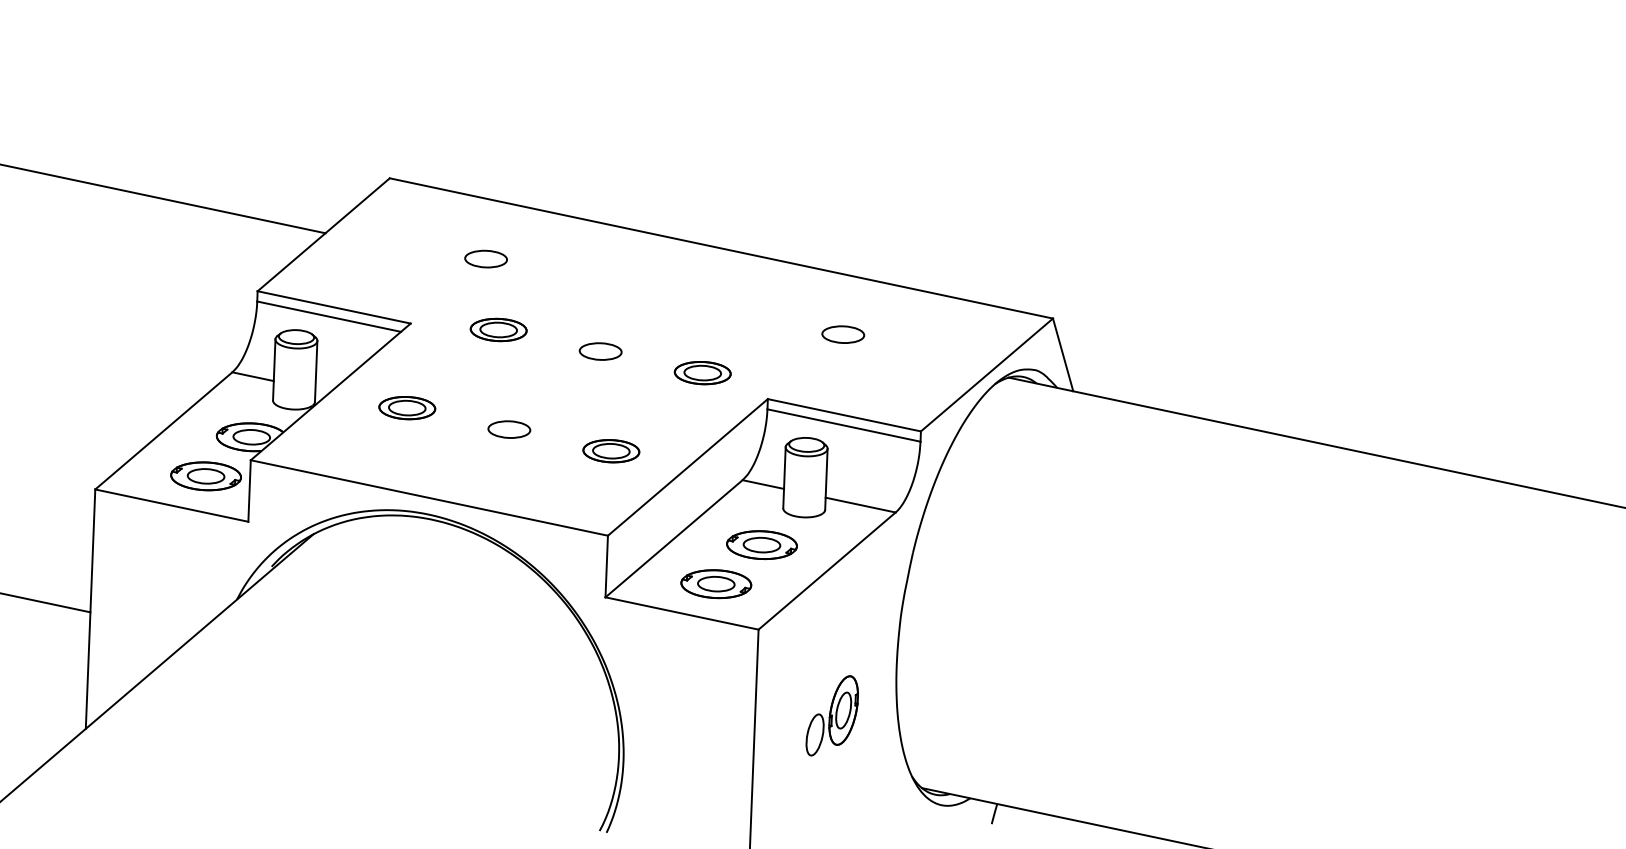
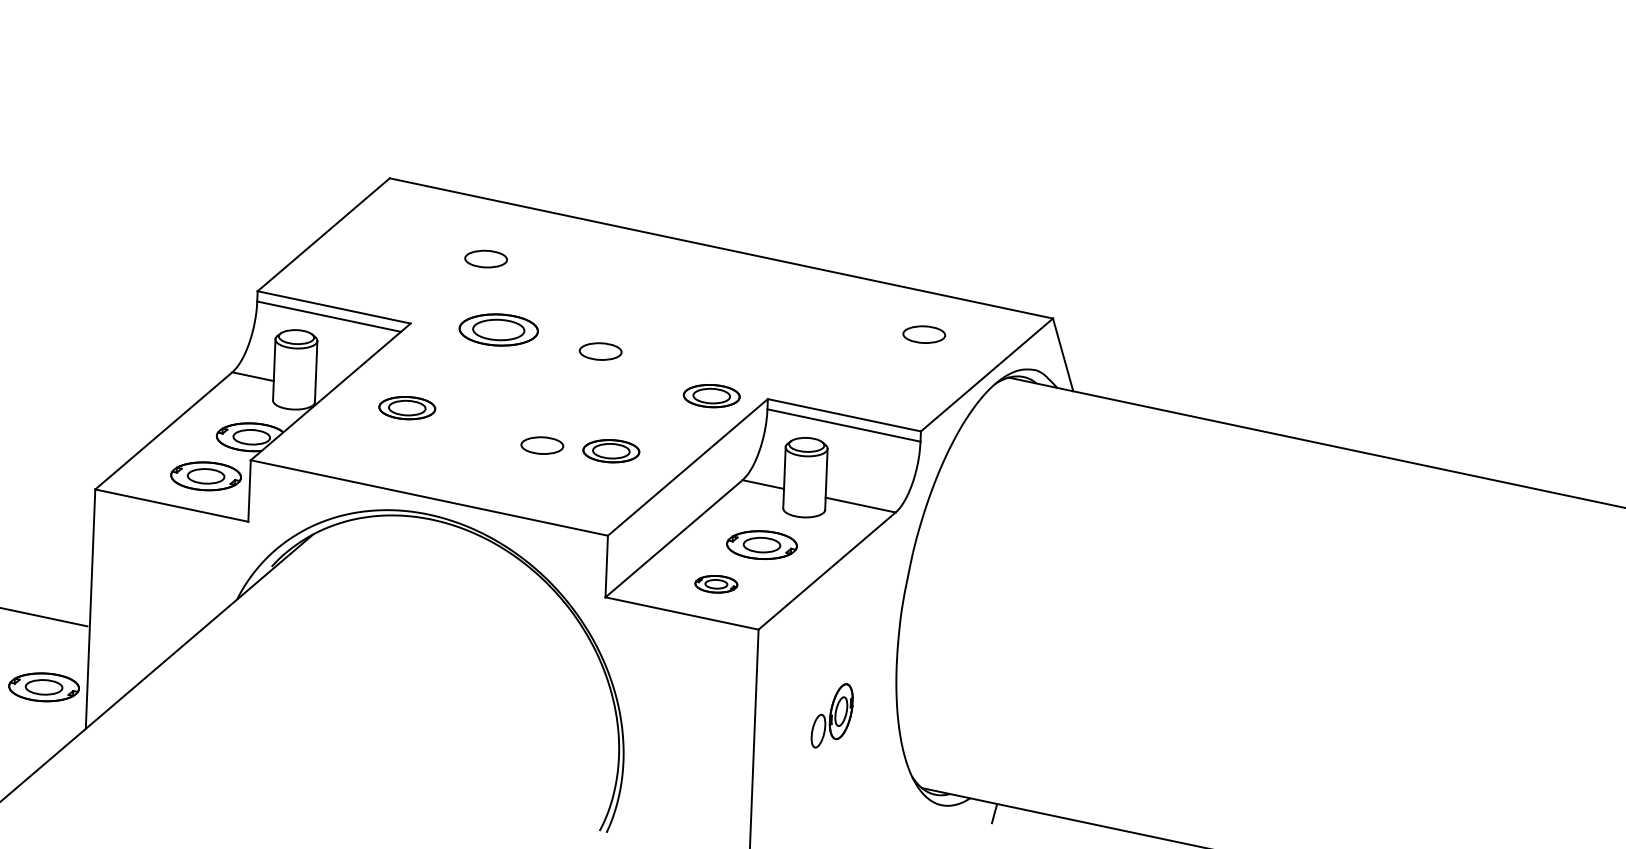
line at (163, 199): present -> none
part at (498, 329) size: 59x26 px -> 81x34 px
part at (843, 334) position: (843, 334) -> (924, 334)
part at (702, 373) position: (702, 373) -> (711, 396)
part at (509, 429) position: (509, 429) -> (542, 445)
part at (716, 584) size: 73x31 px -> 45x19 px
line at (46, 602) position: (46, 602) -> (44, 617)
part at (43, 687): none -> present
part at (831, 715) size: 54x82 px -> 44x66 px
